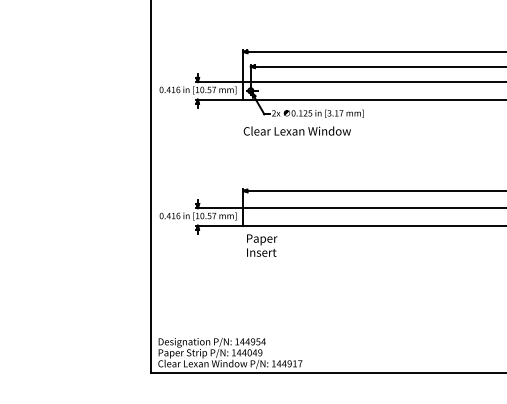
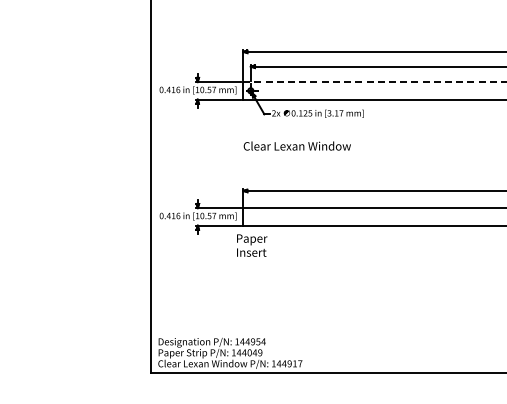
line at (375, 82): solid -> dashed
text at (296, 130) position: (296, 130) -> (296, 145)
text at (262, 245) position: (262, 245) -> (252, 245)
